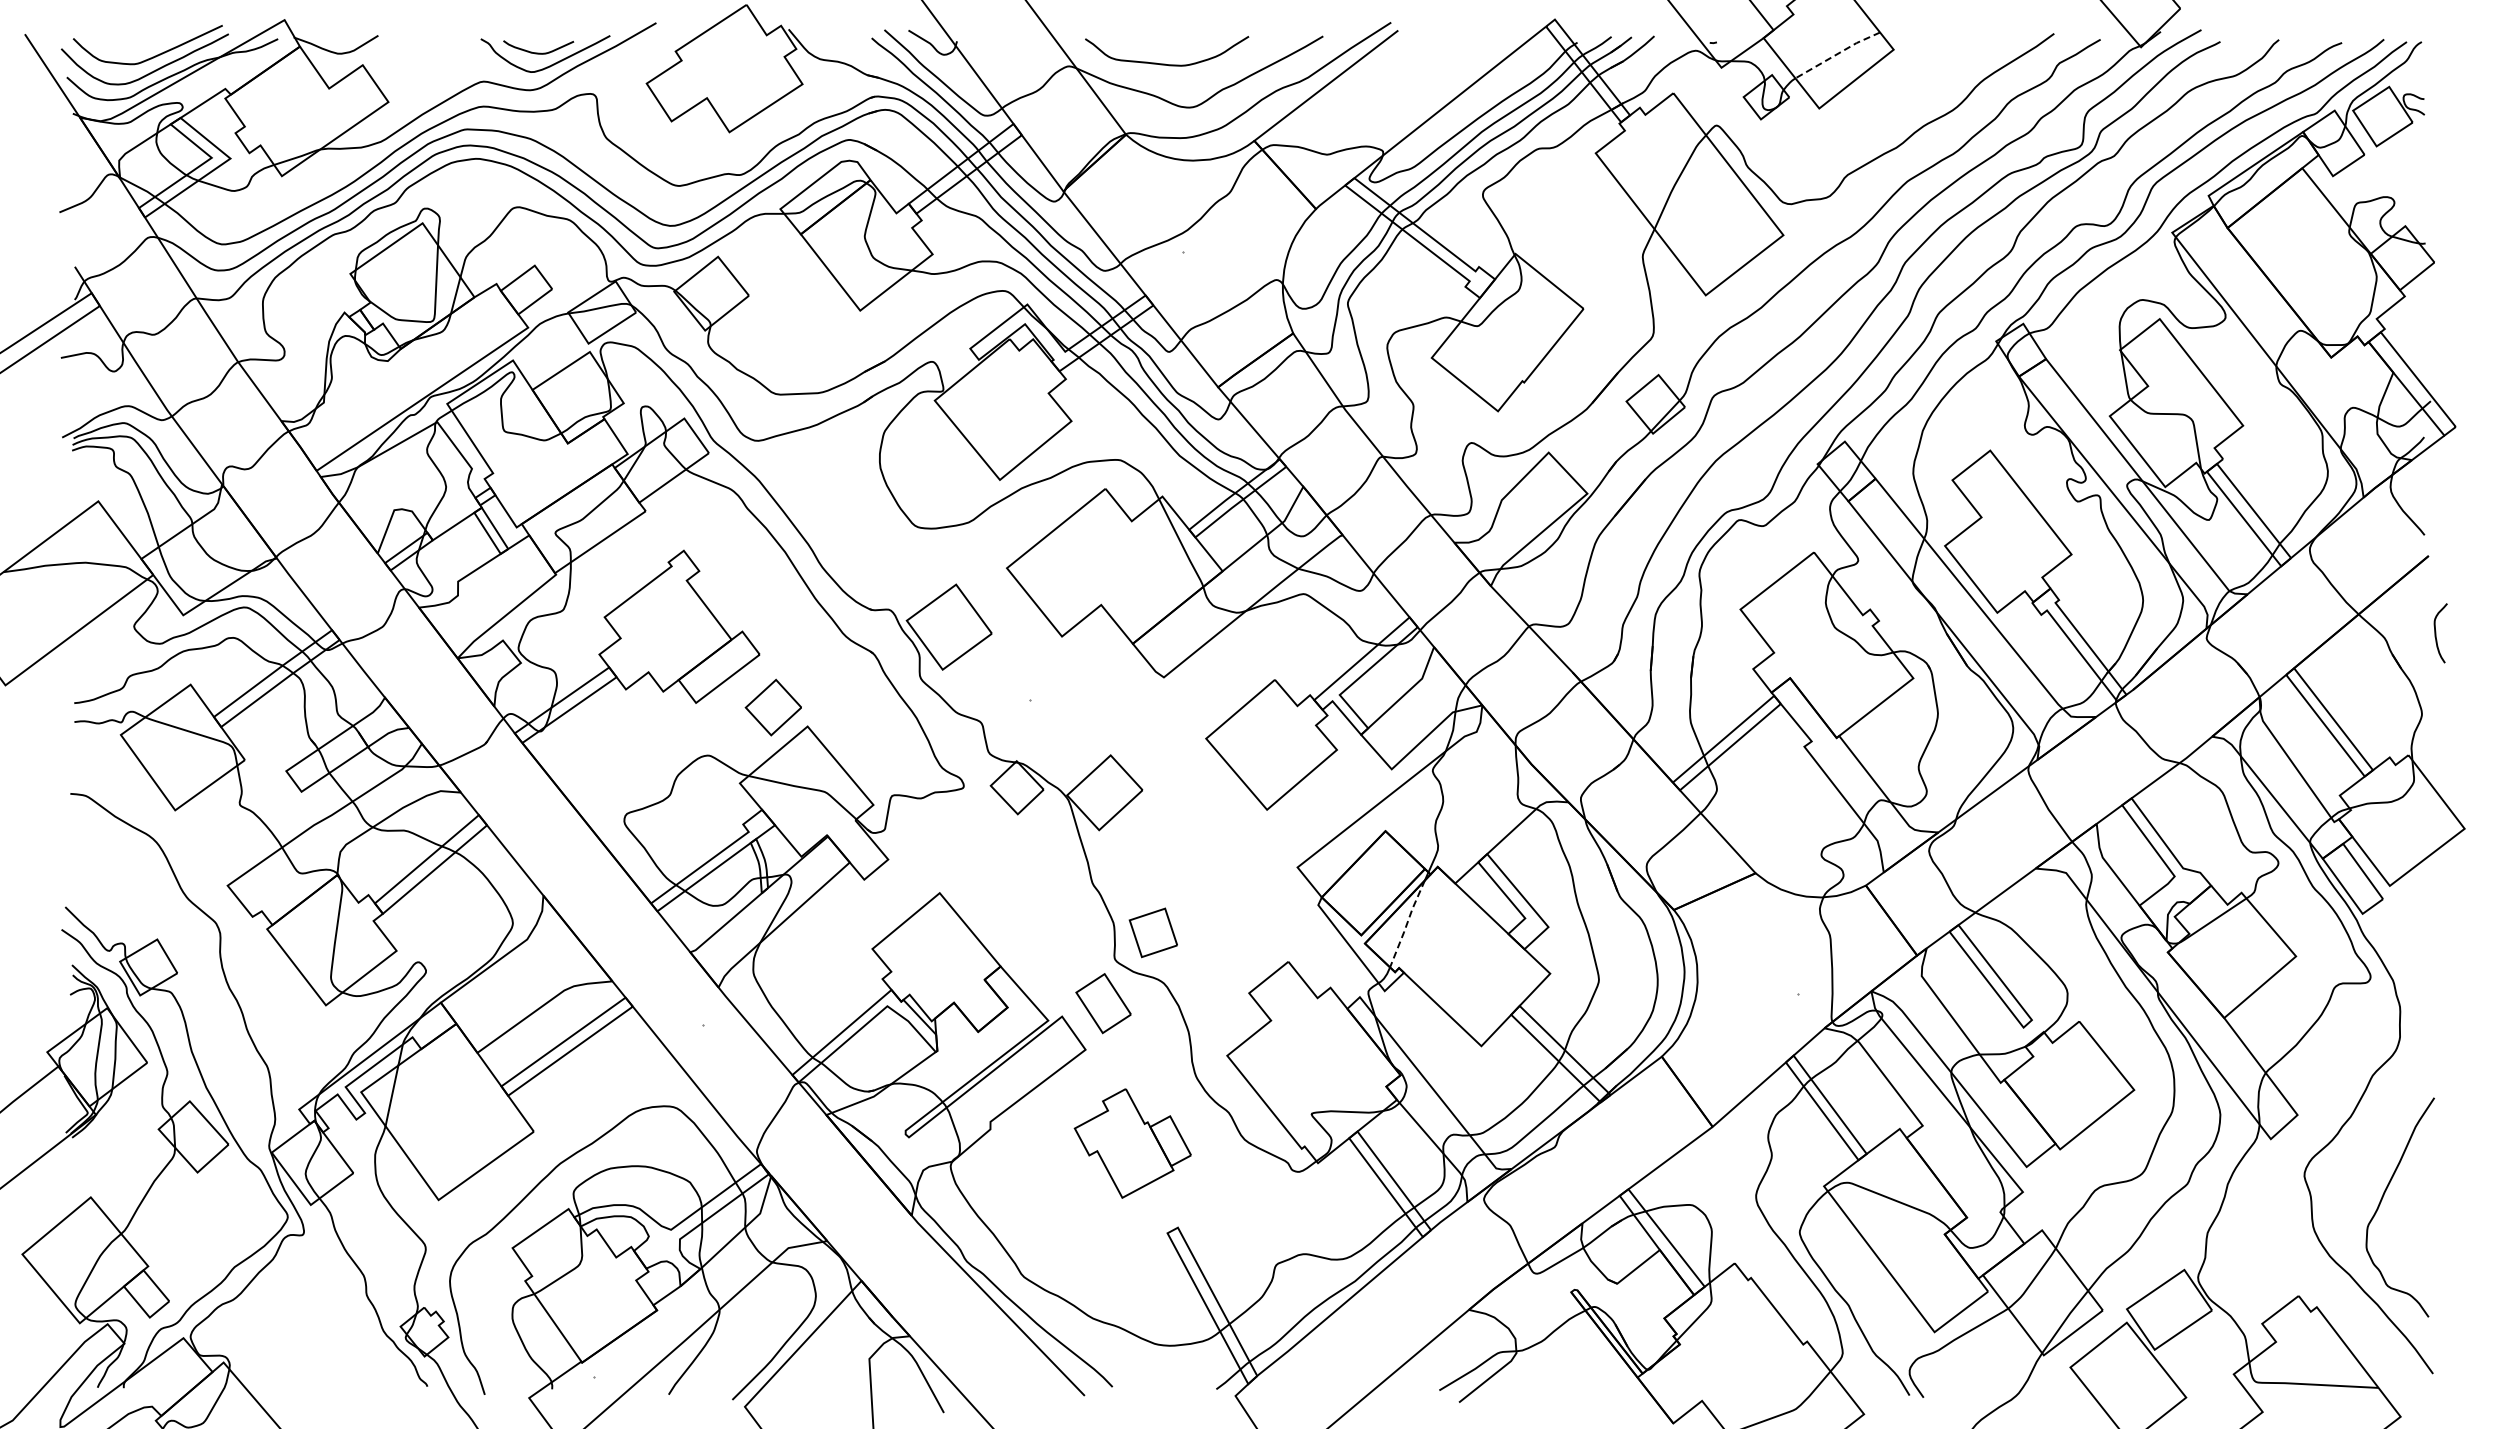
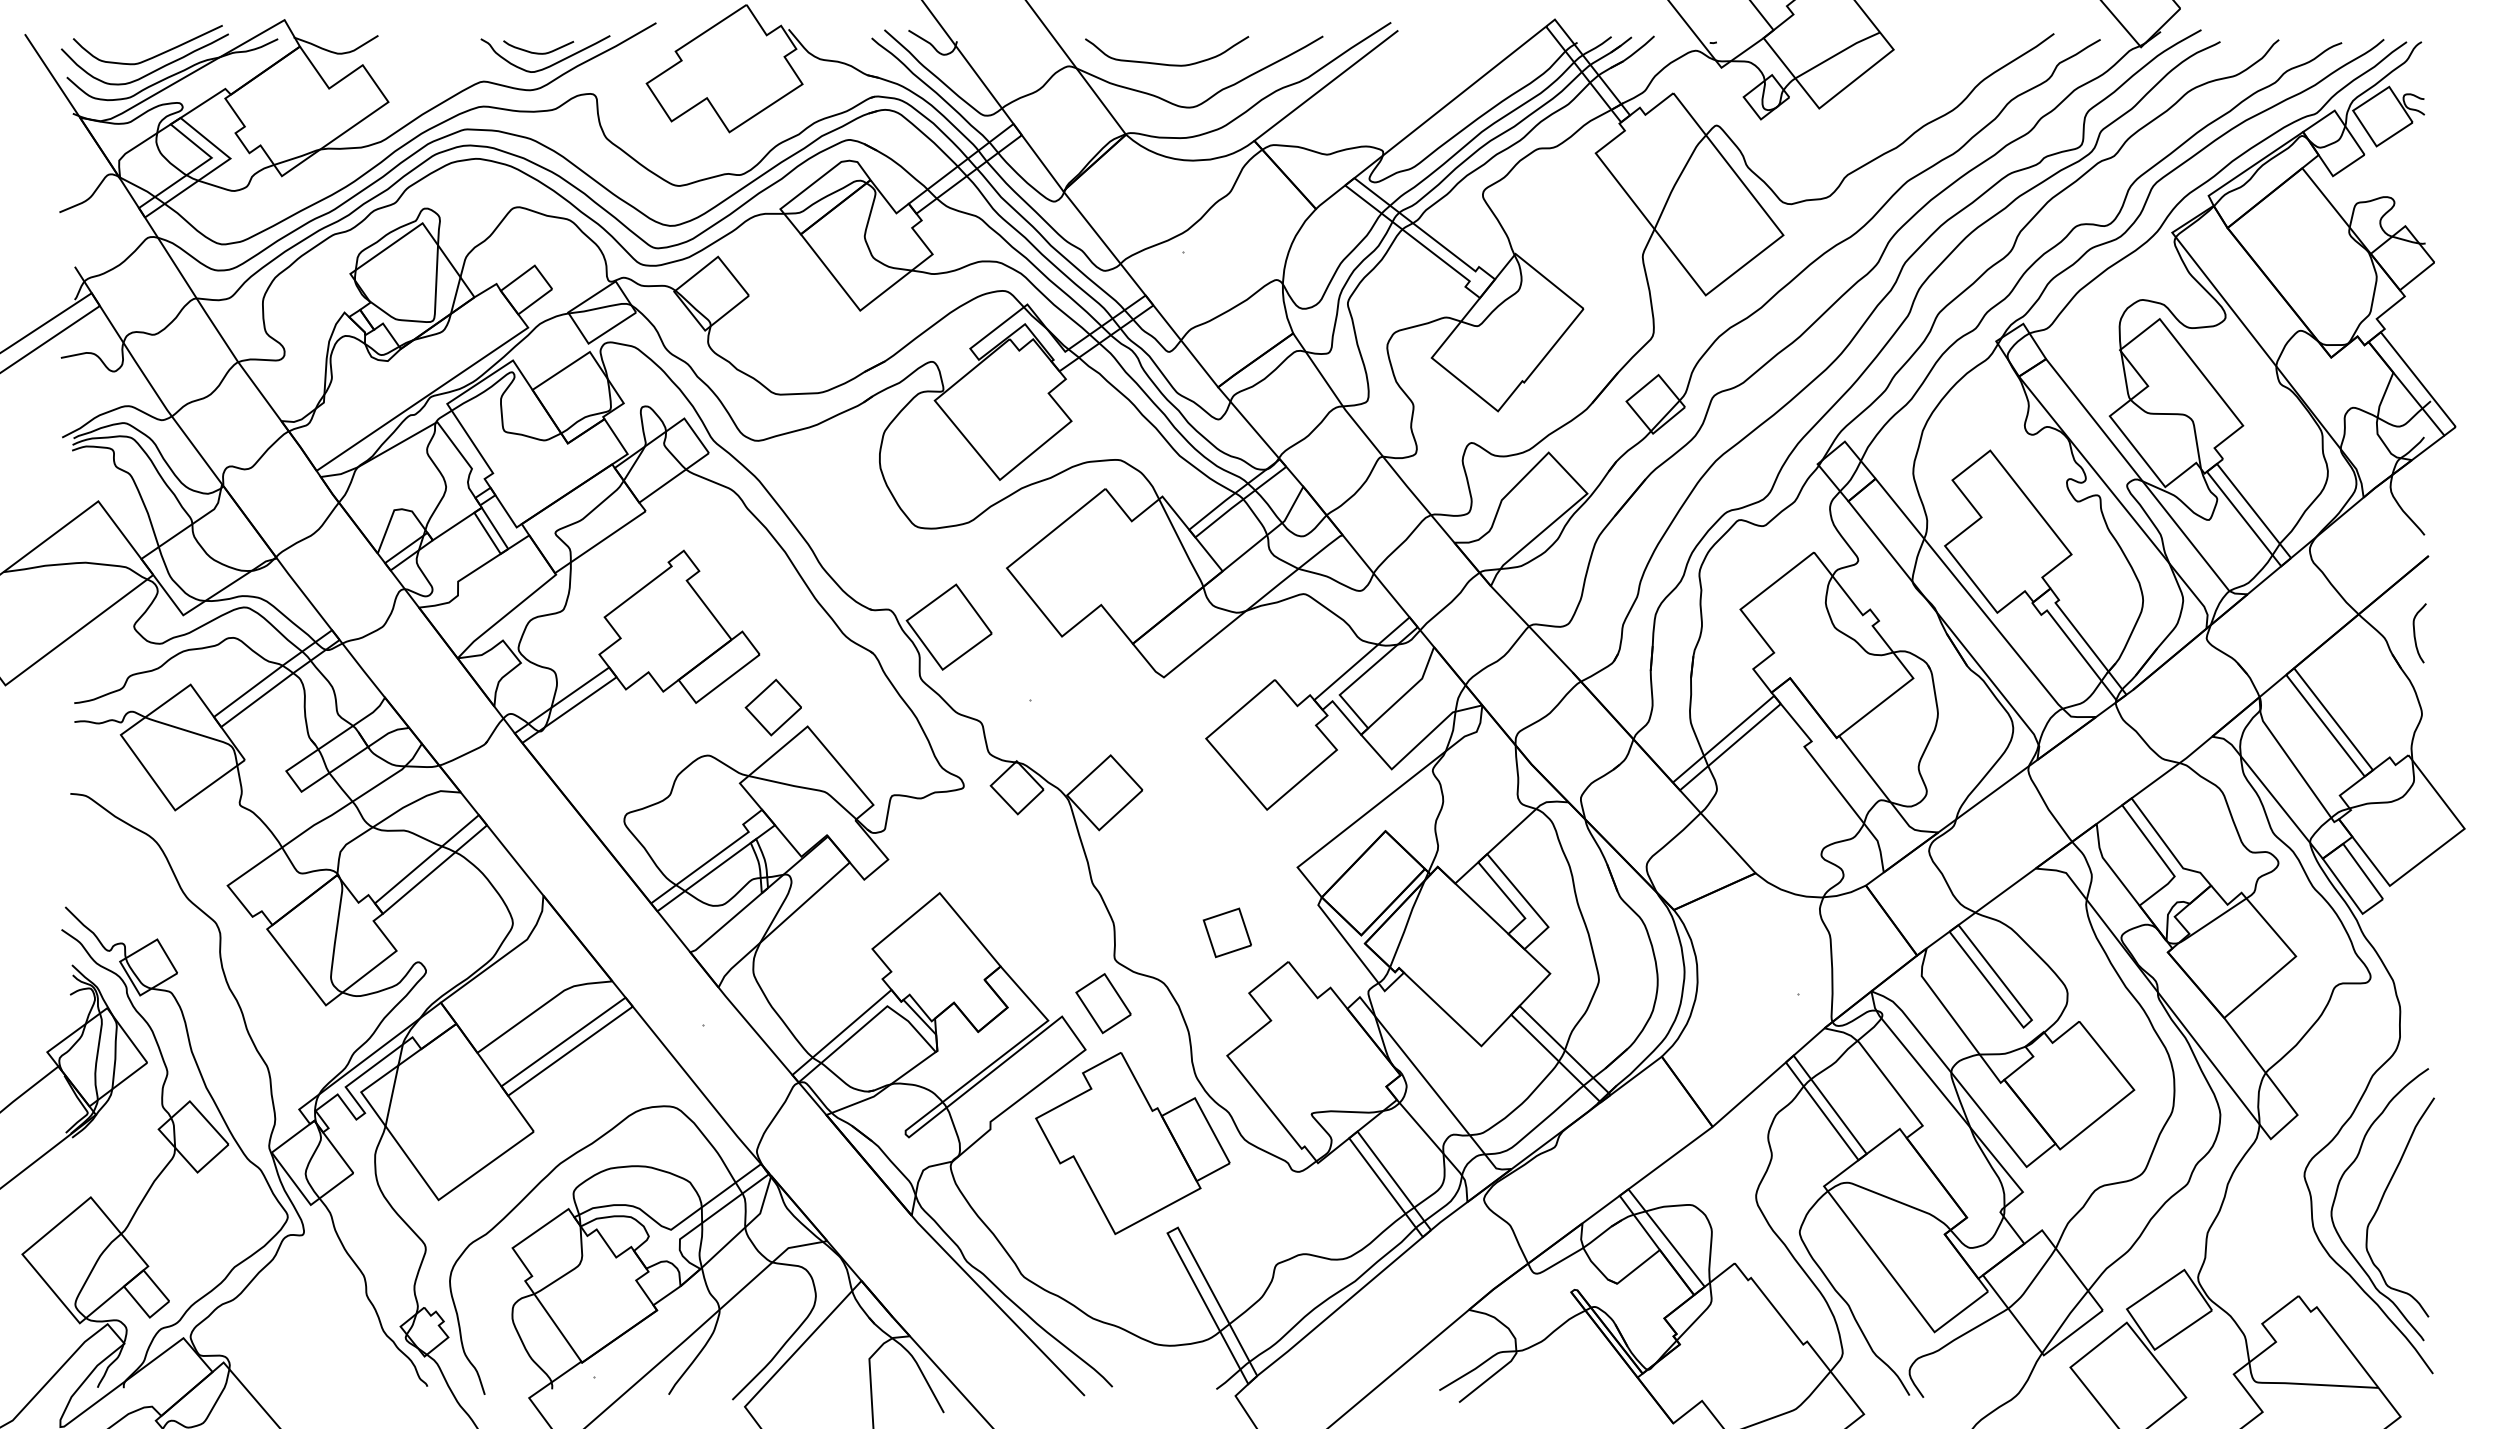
line at (1837, 54): dashed -> solid
curve at (2436, 633) position: (2436, 633) -> (2415, 633)
line at (1406, 924): dashed -> solid
part at (1152, 932) position: (1152, 932) -> (1226, 932)
part at (1132, 1143) size: 119x111 px -> 196x183 px
curve at (2337, 1193): none -> present
